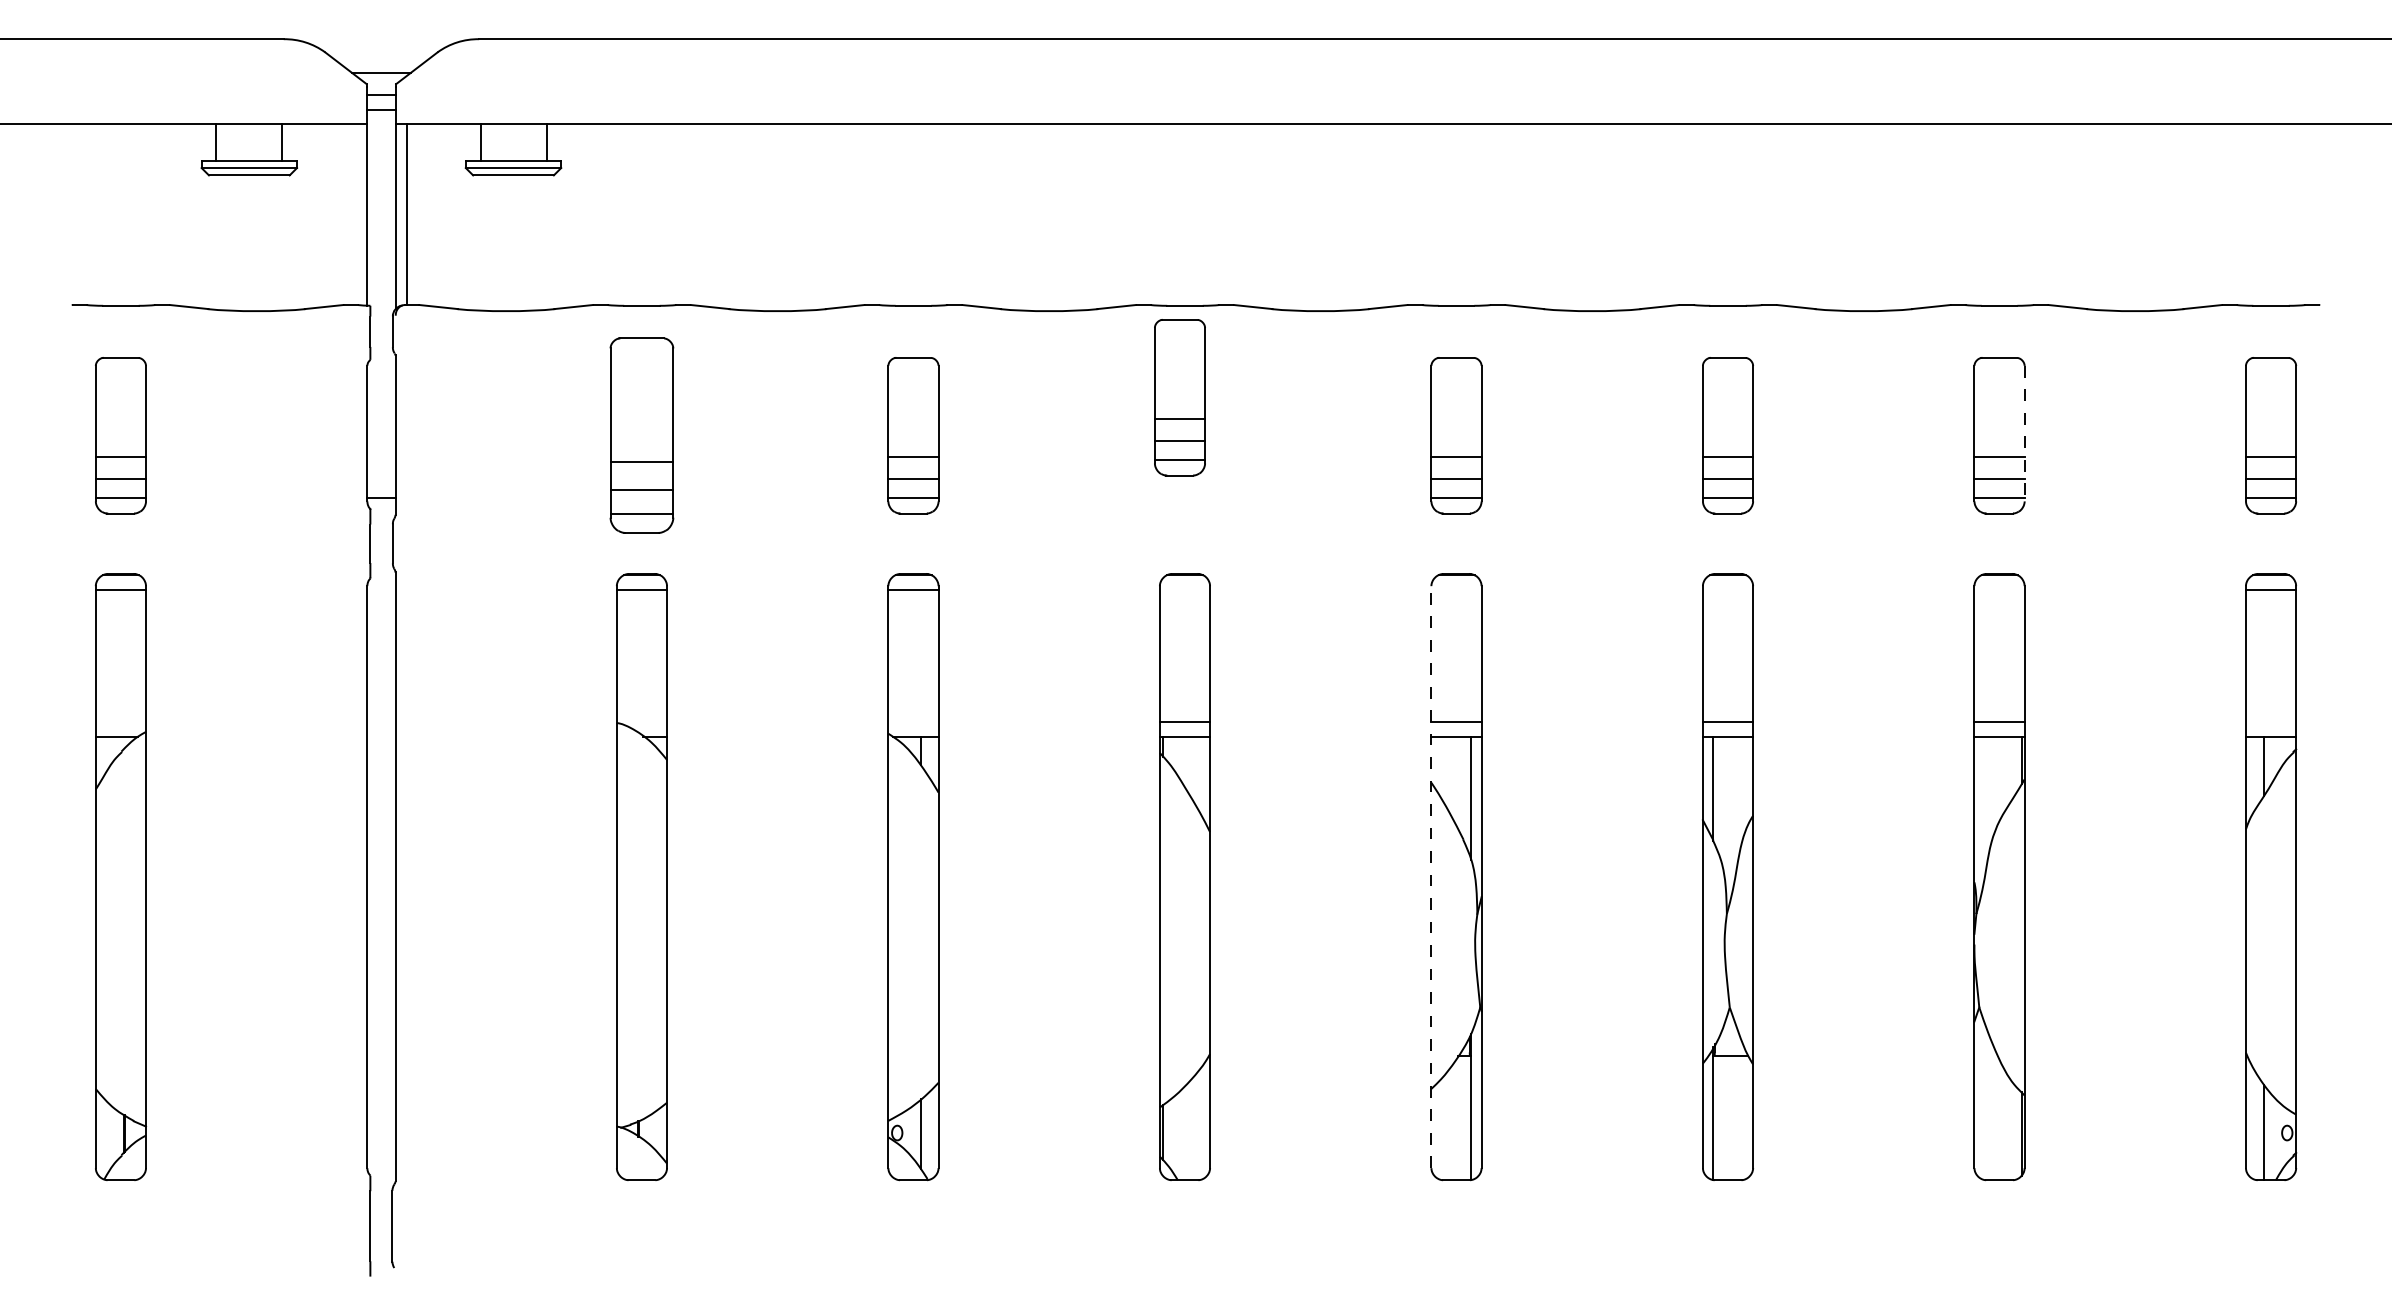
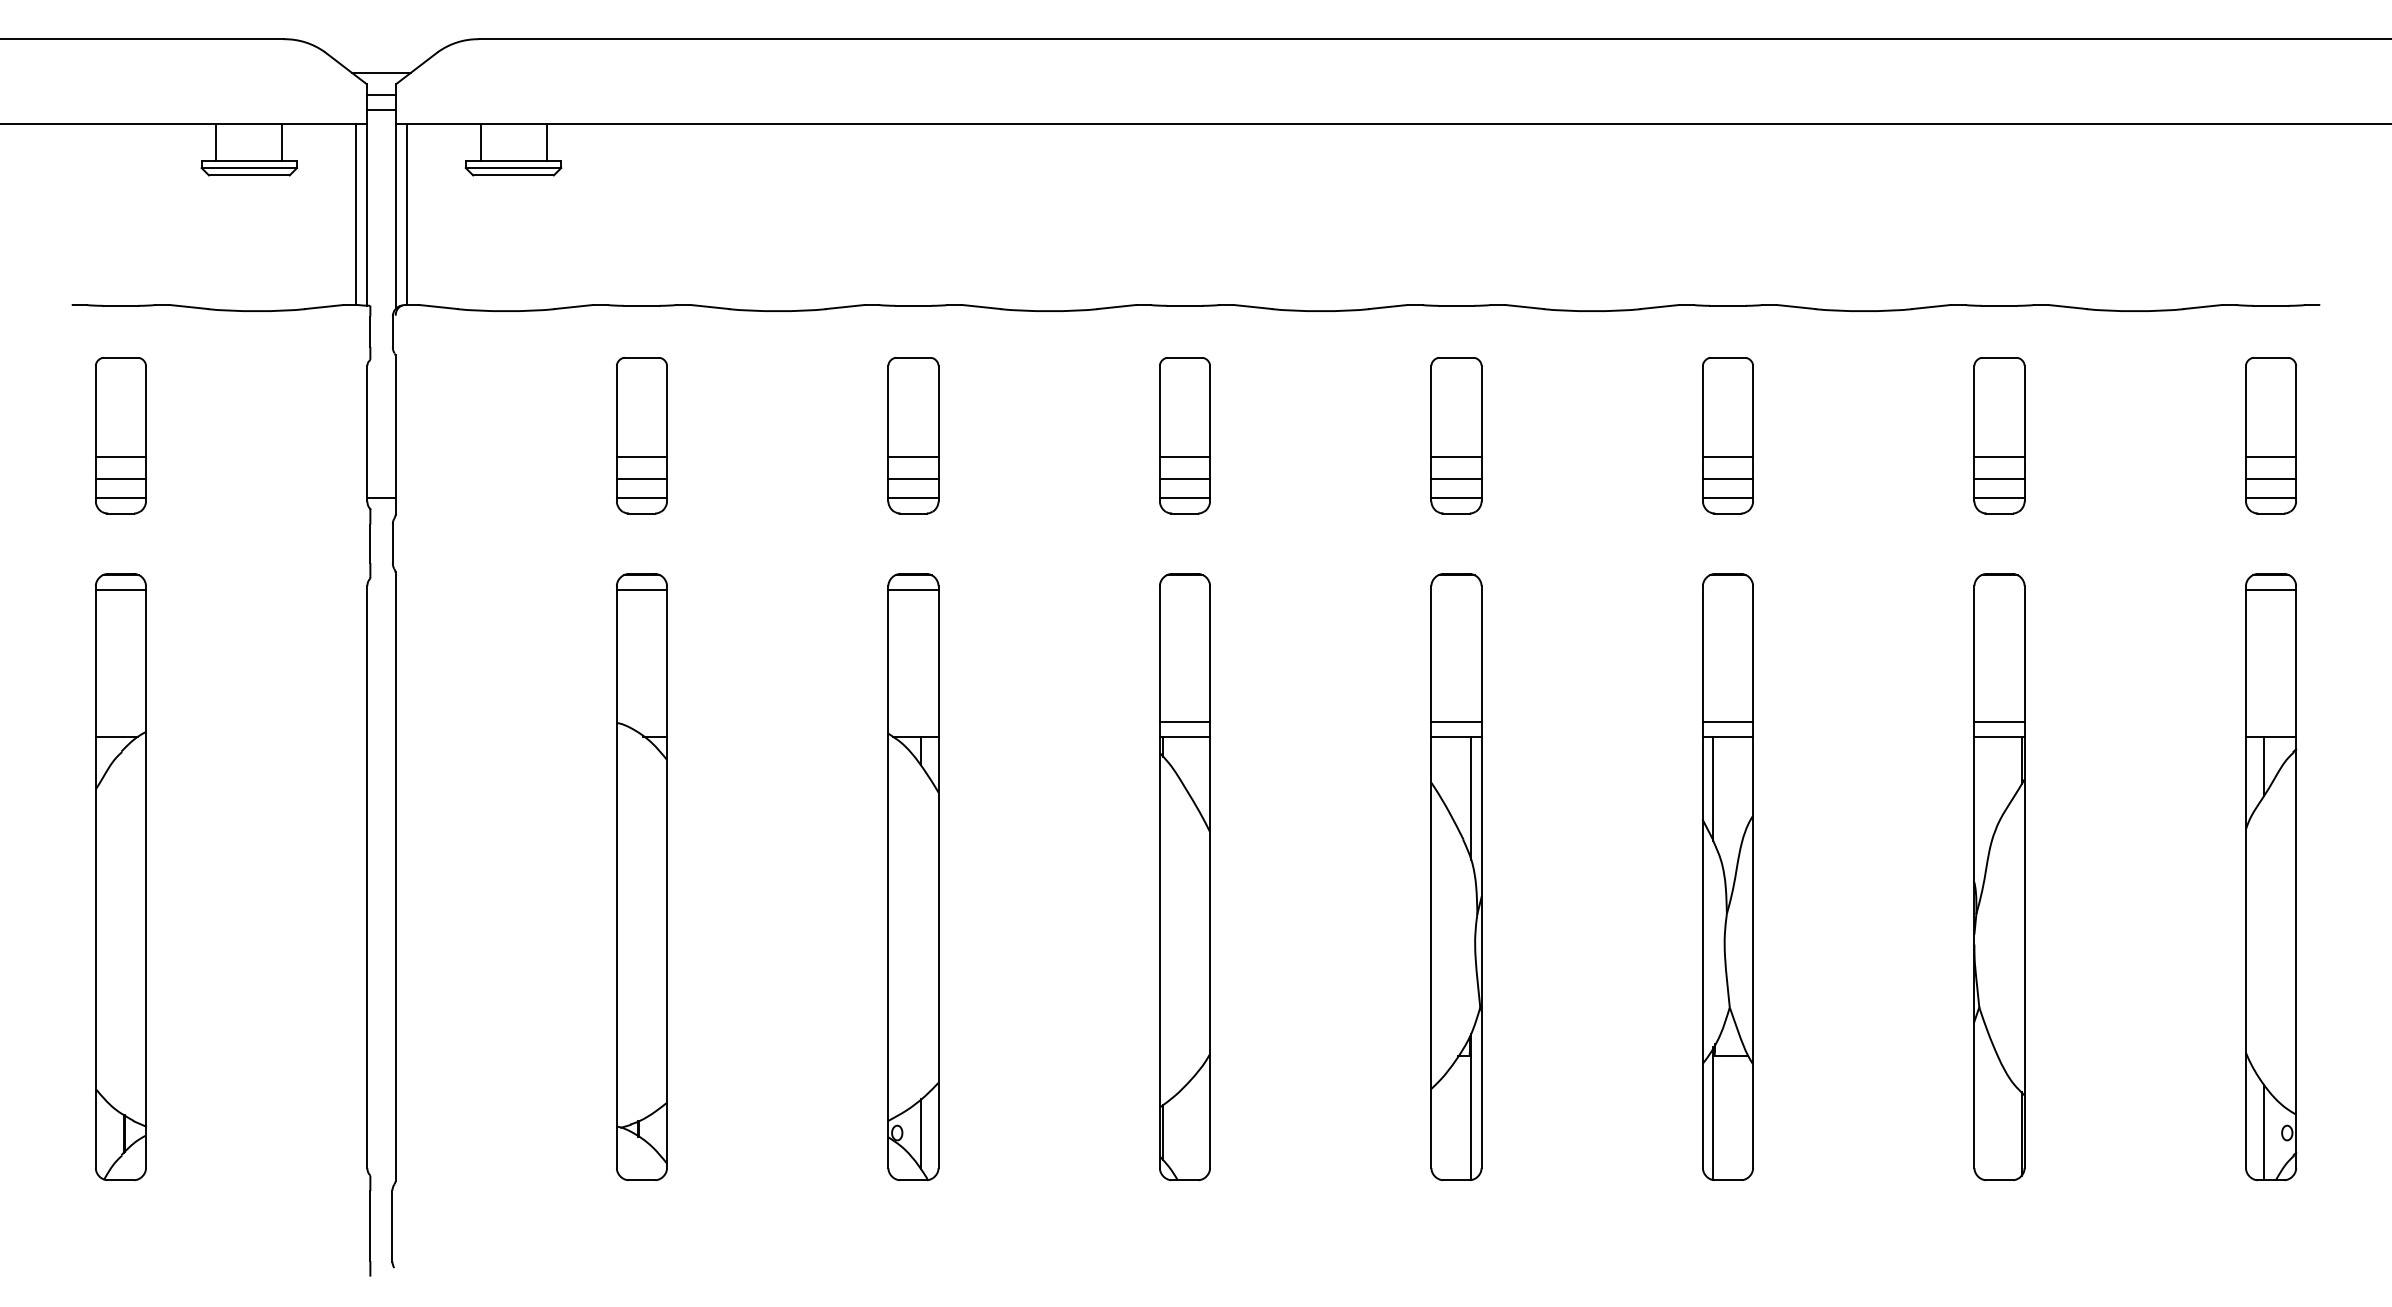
line at (355, 214): none -> present
part at (1179, 397) position: (1179, 397) -> (1184, 435)
line at (2024, 433): dashed -> solid
part at (641, 435) size: 66x197 px -> 52x158 px
line at (1431, 876): dashed -> solid
